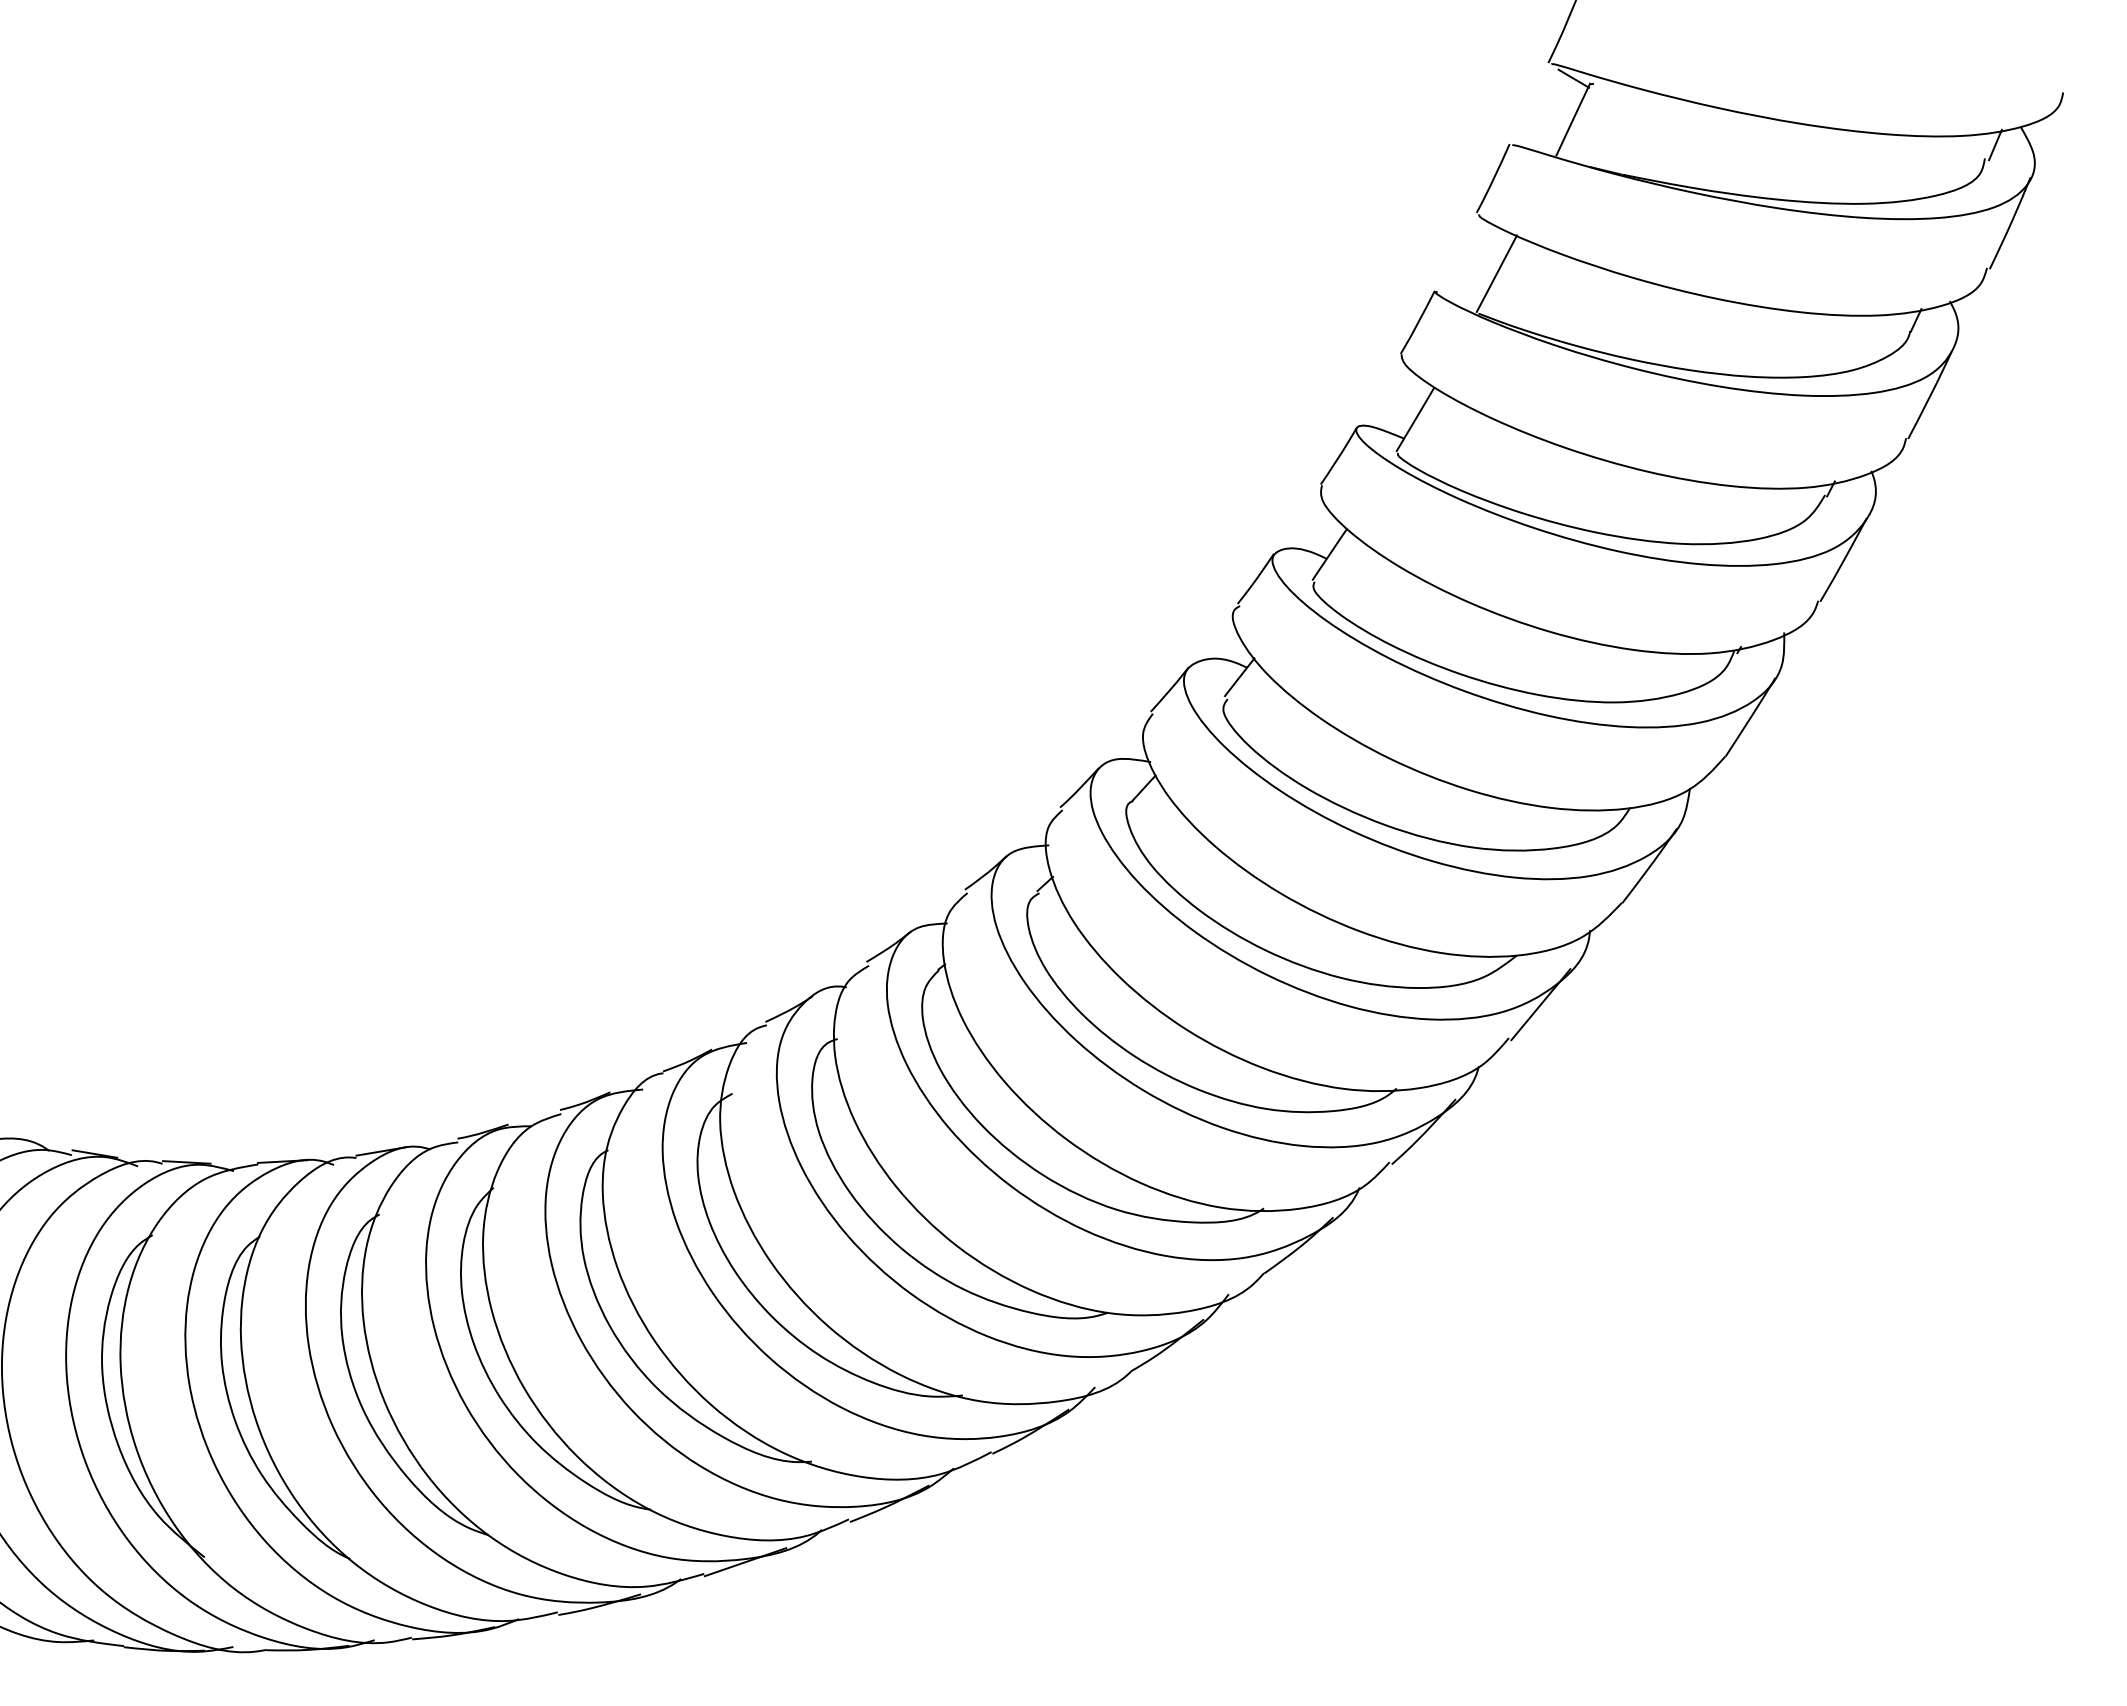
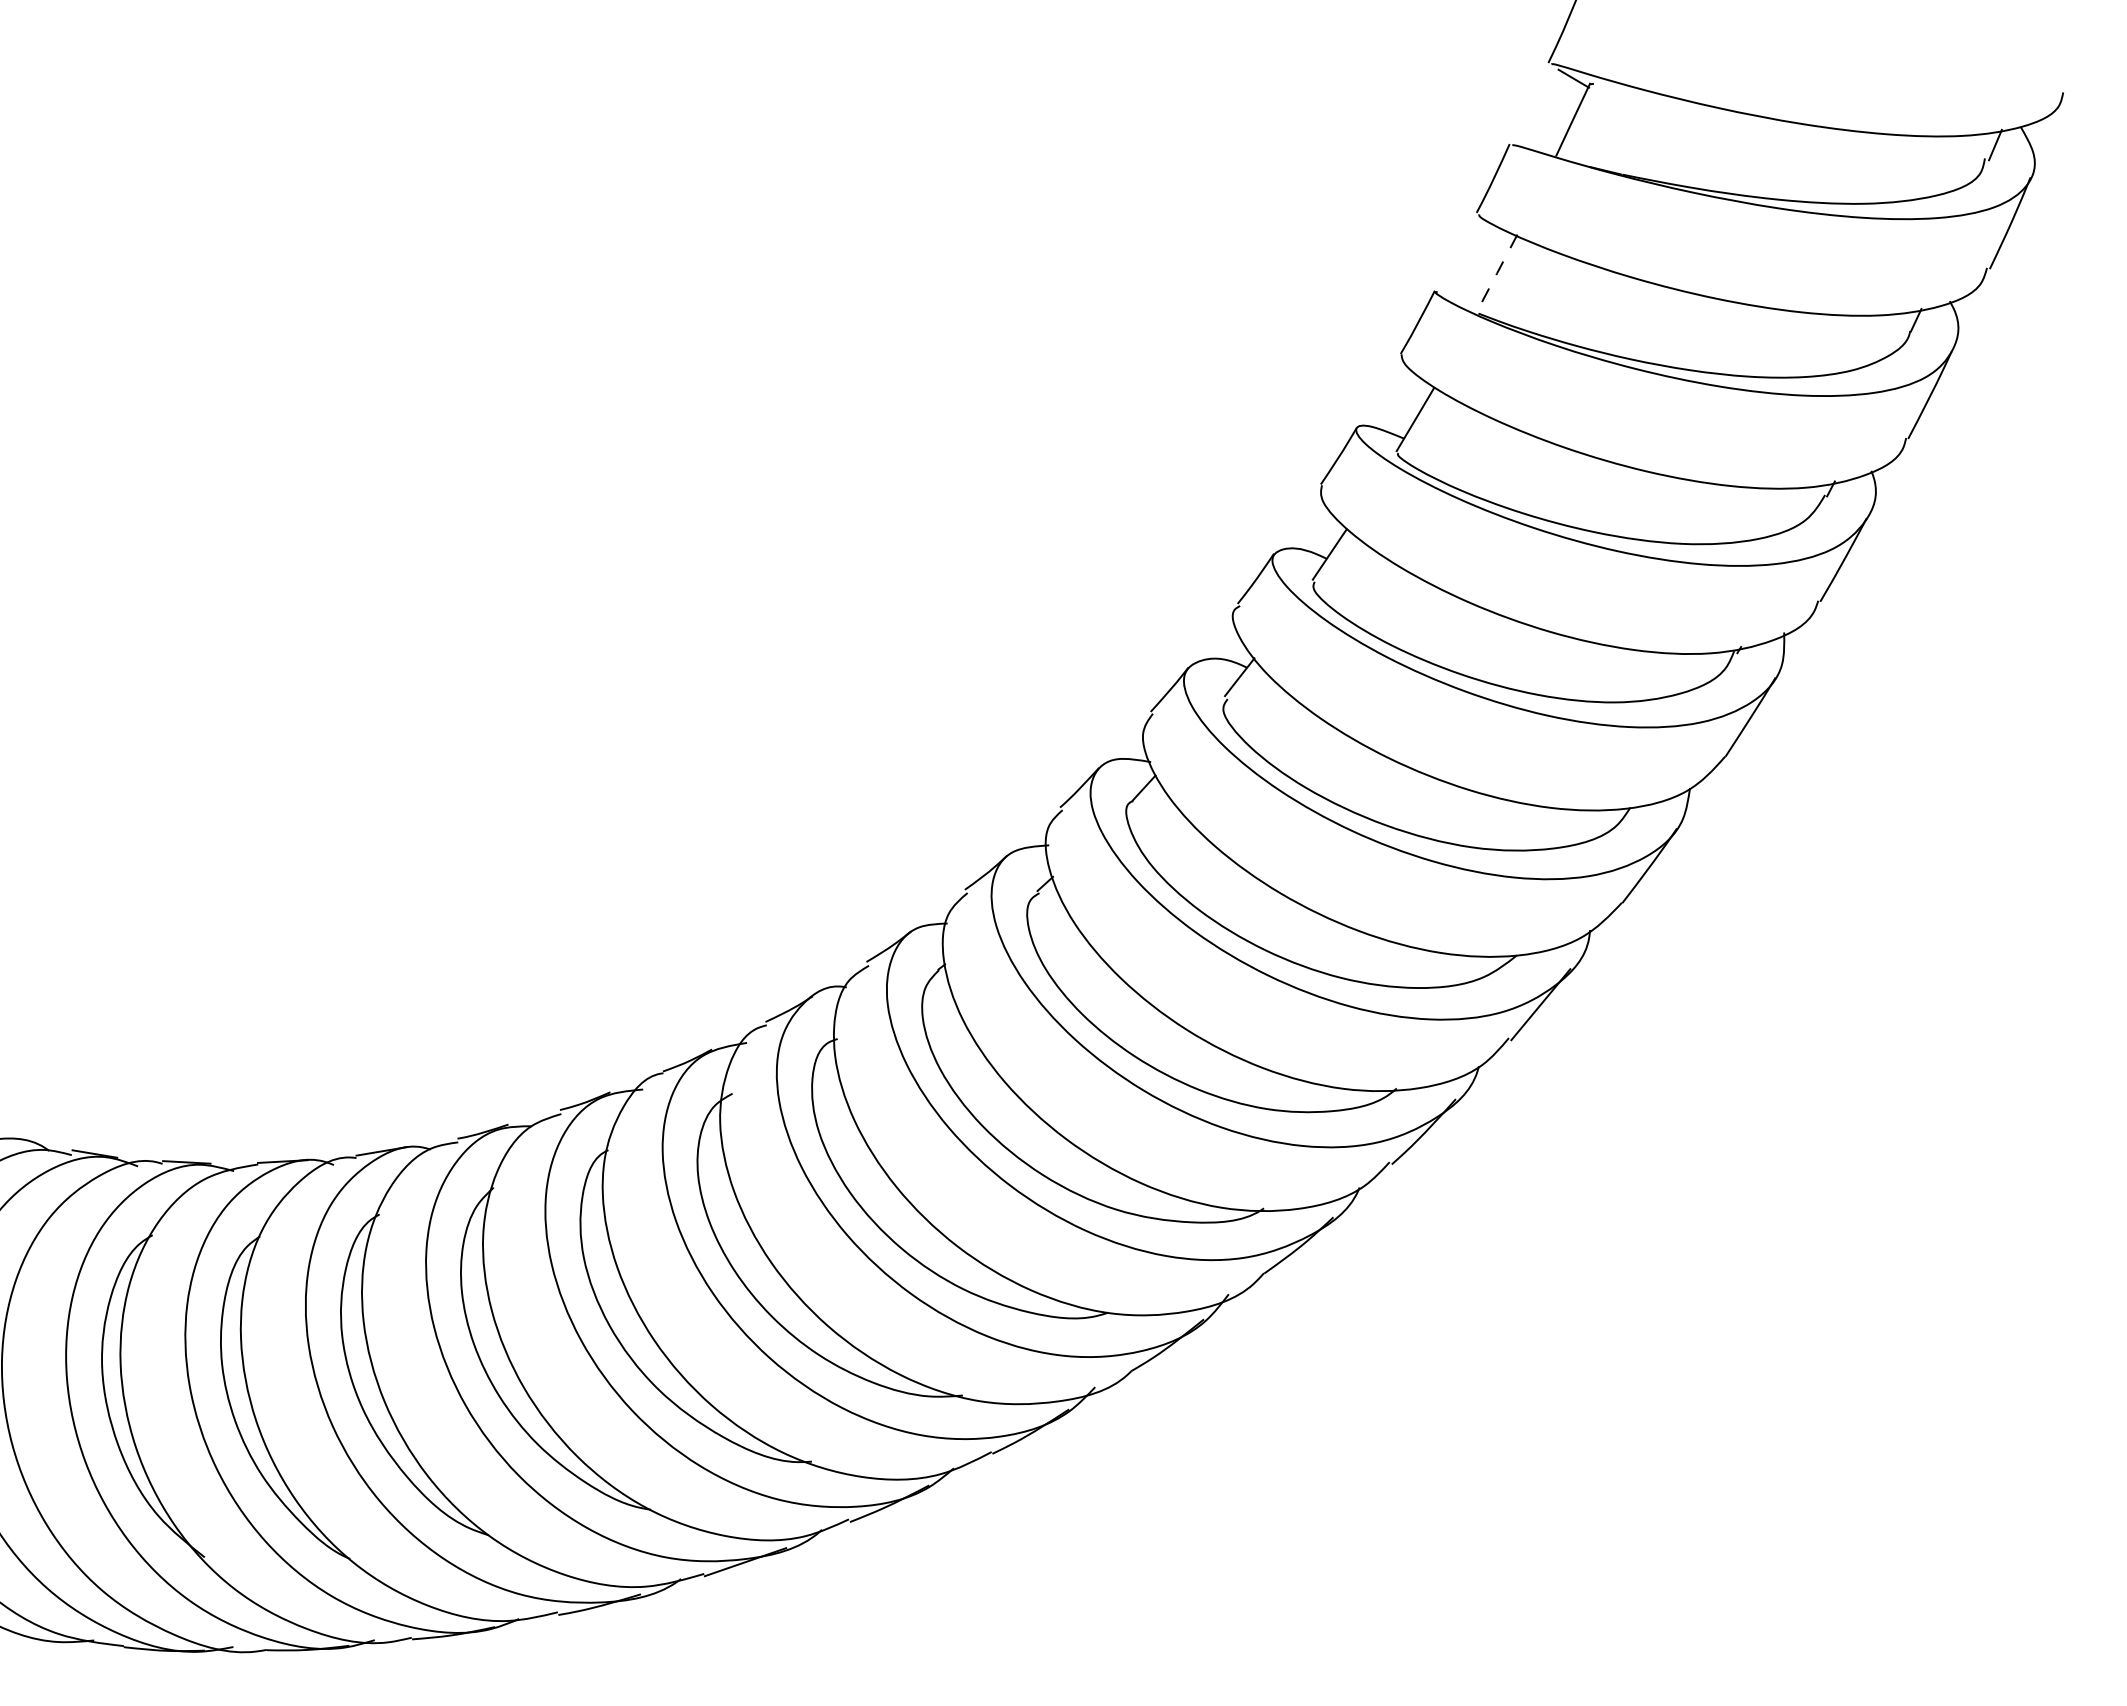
line at (1496, 273): solid -> dashed
